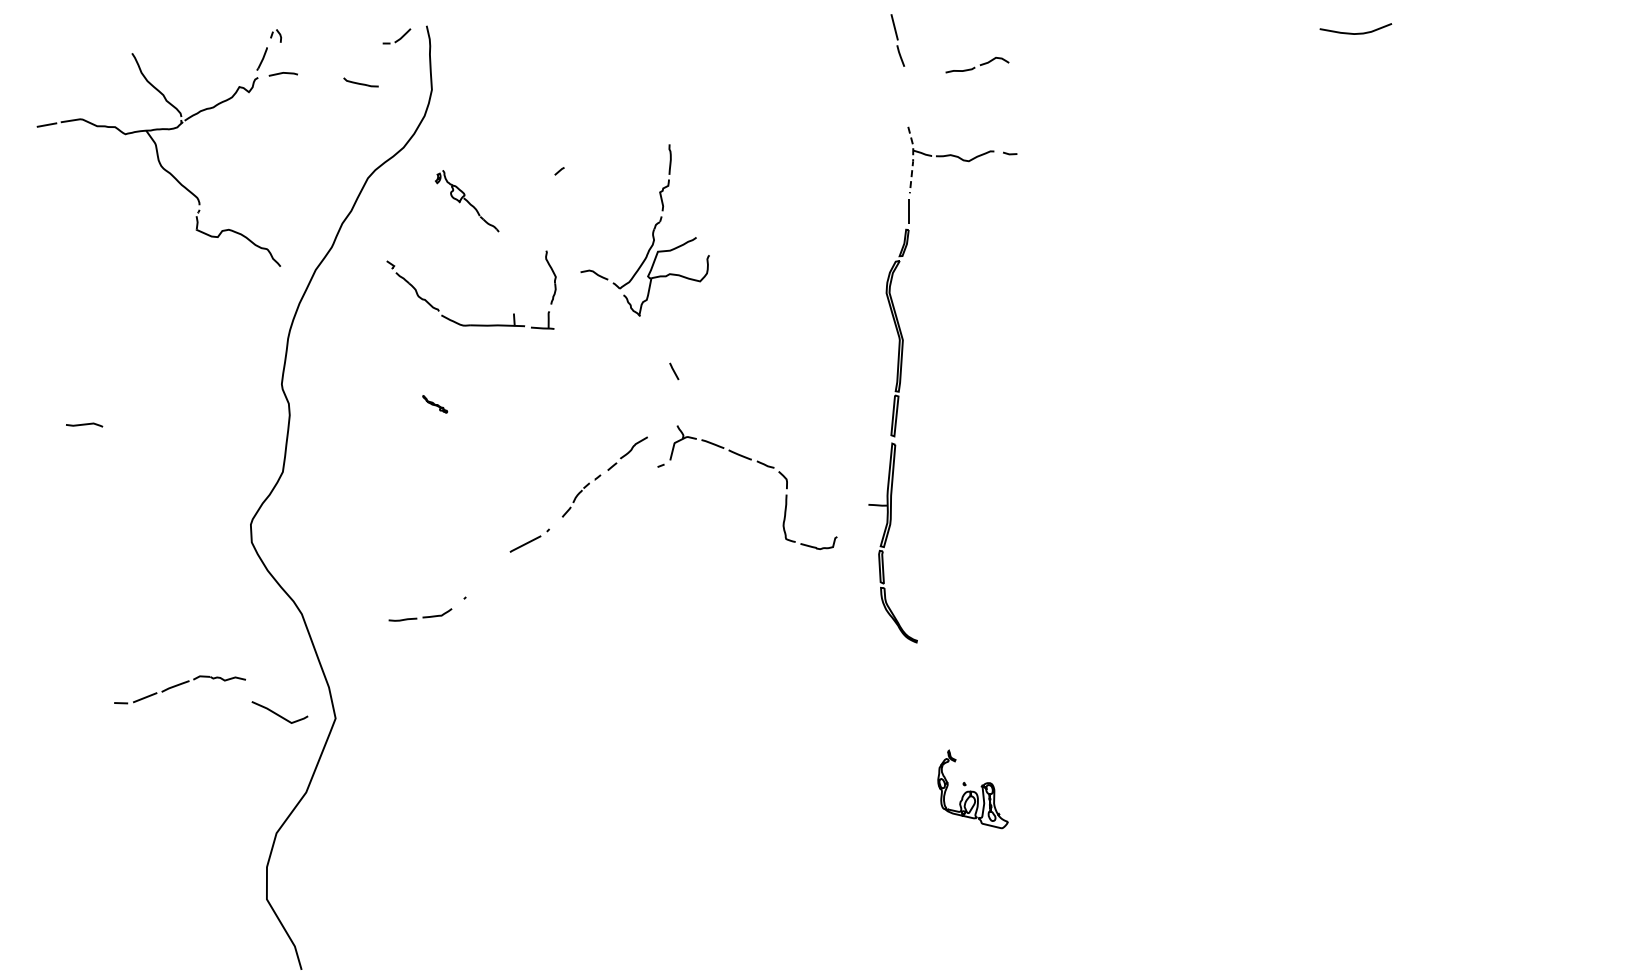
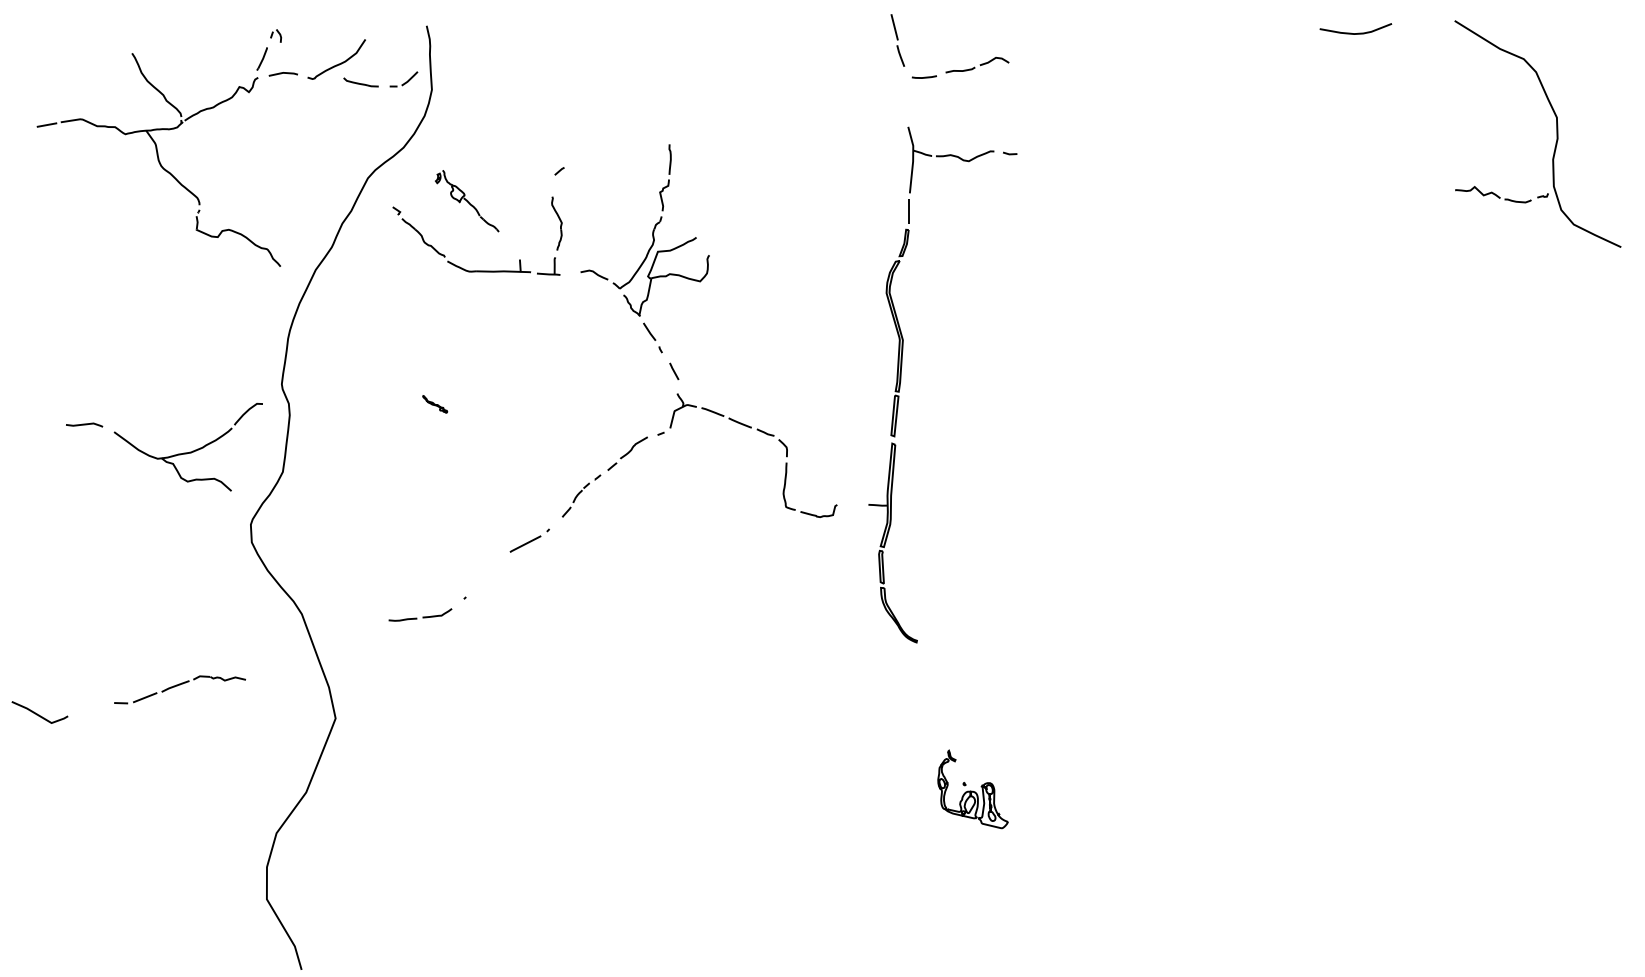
part at (396, 36) position: (396, 36) -> (403, 79)
part at (336, 59): none -> present
line at (924, 76): none -> present
part at (1556, 133): none -> present
line at (913, 160): dashed -> solid
part at (471, 324) position: (471, 324) -> (477, 270)
part at (652, 337): none -> present
part at (187, 446): none -> present
part at (759, 463) position: (759, 463) -> (759, 431)
line at (279, 714) position: (279, 714) -> (39, 714)
